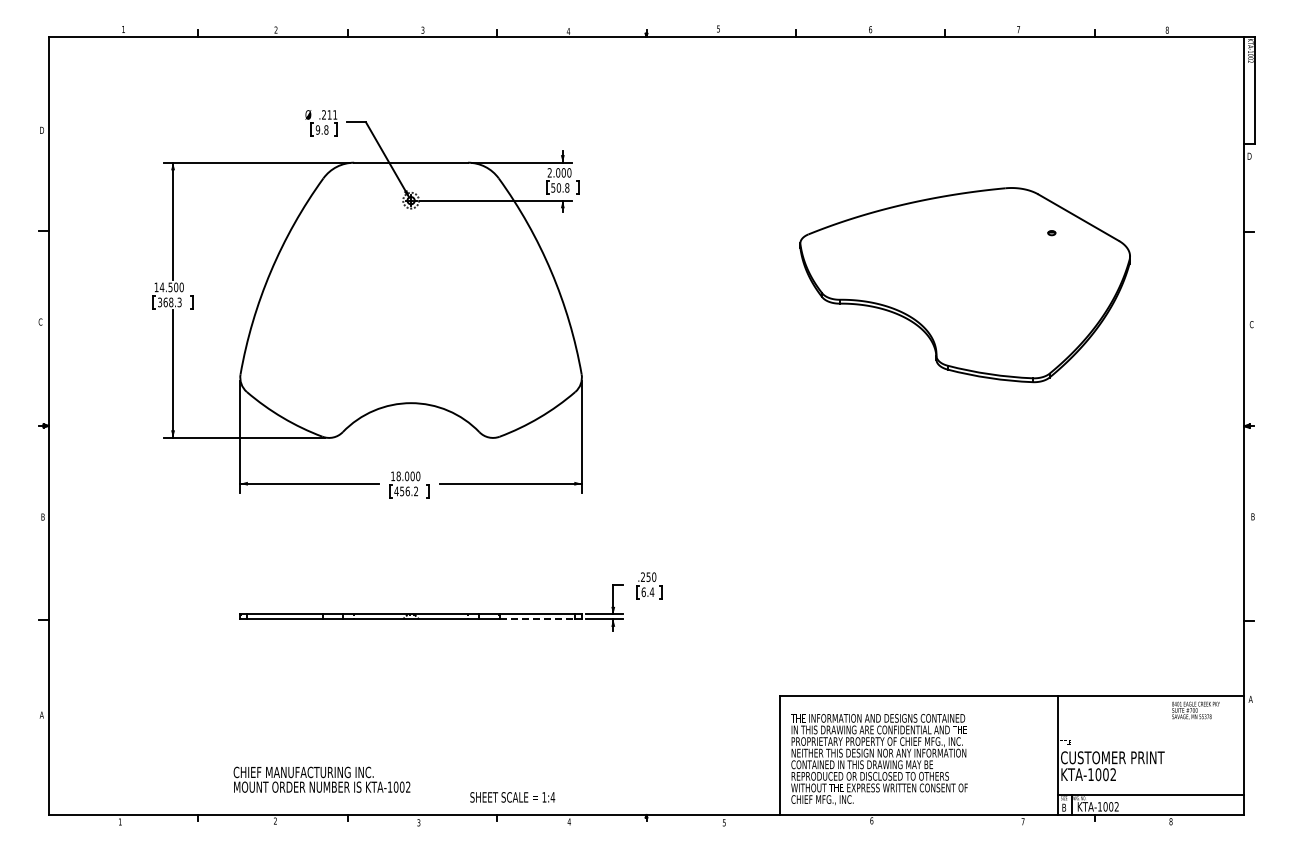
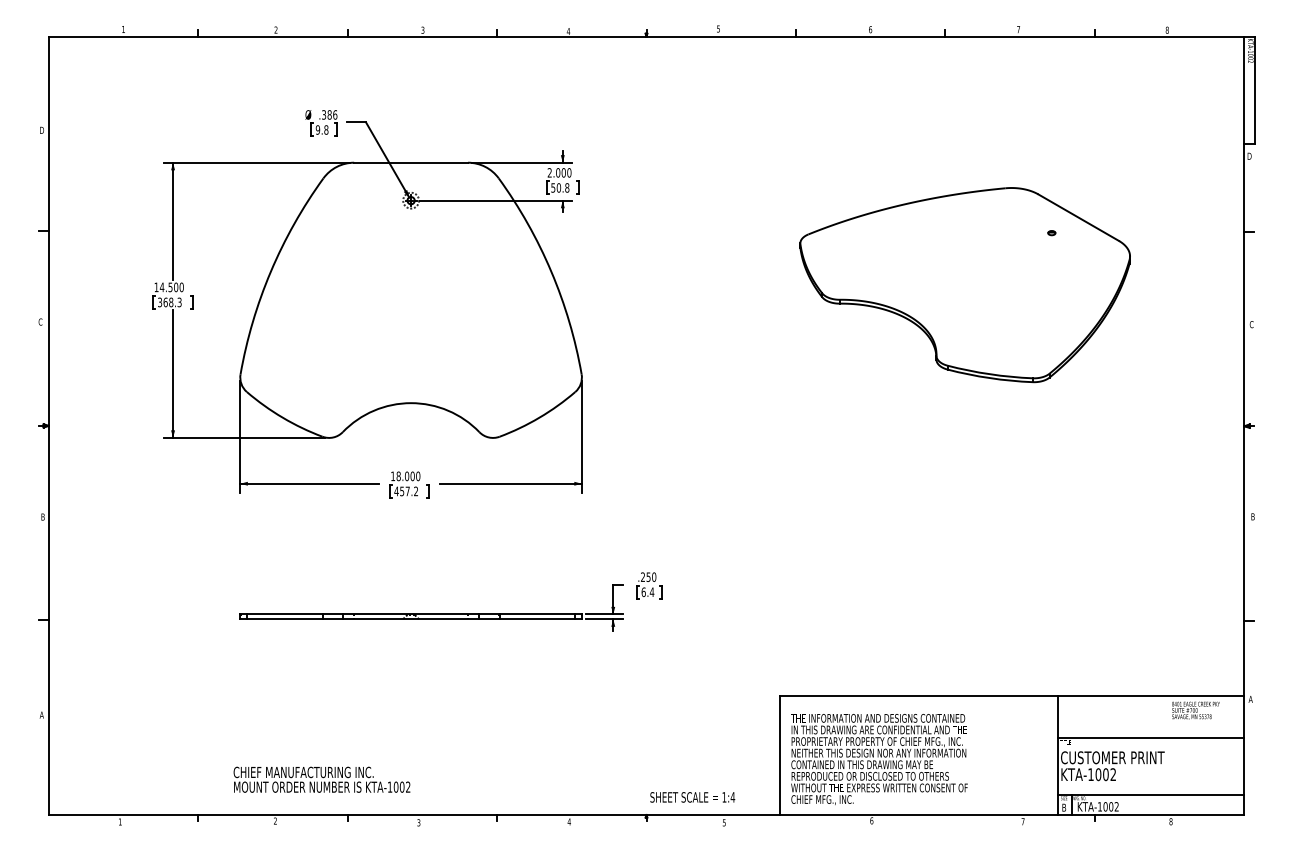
text at (329, 114): .211 -> .386
text at (407, 491): 456.2 -> 457.2
line at (537, 619): dashed -> solid
line at (1151, 737): none -> present
text at (512, 797) position: (512, 797) -> (692, 797)
